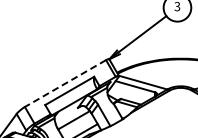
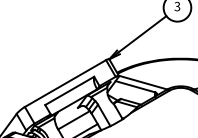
line at (65, 83): dashed -> solid
